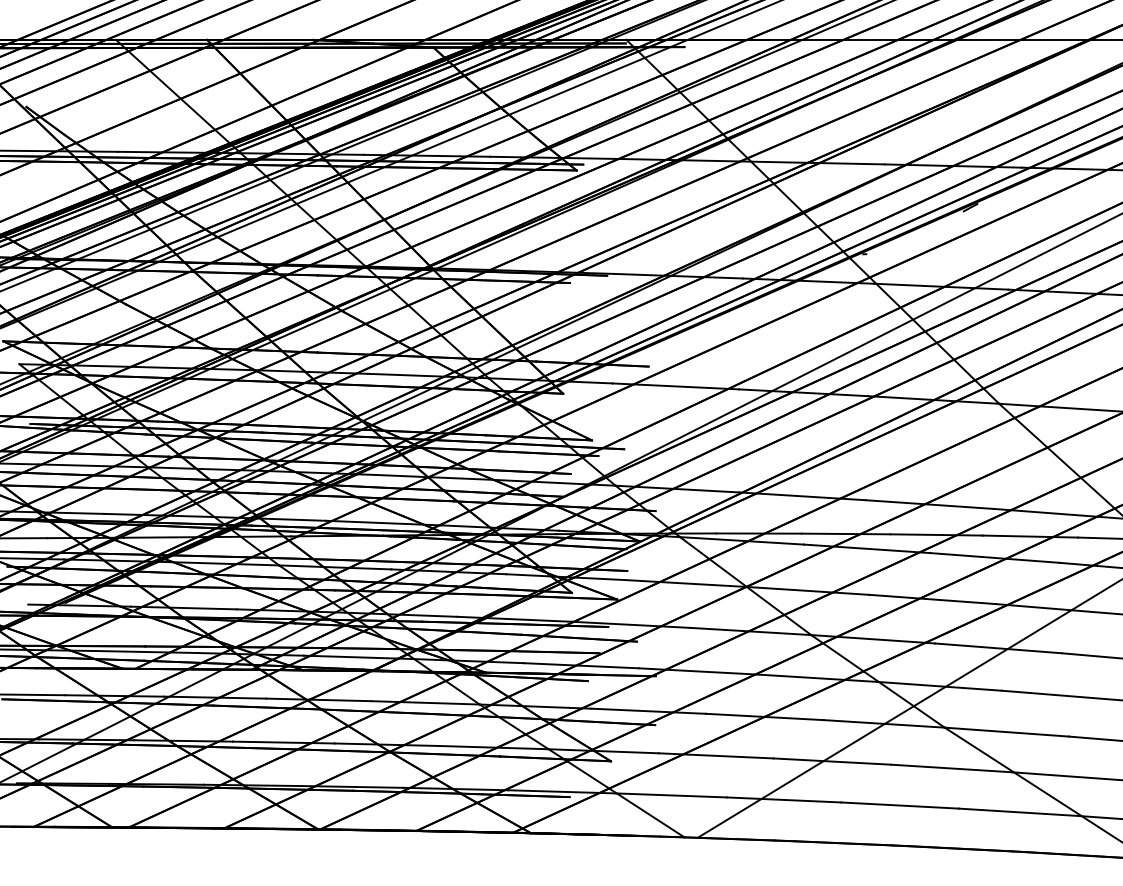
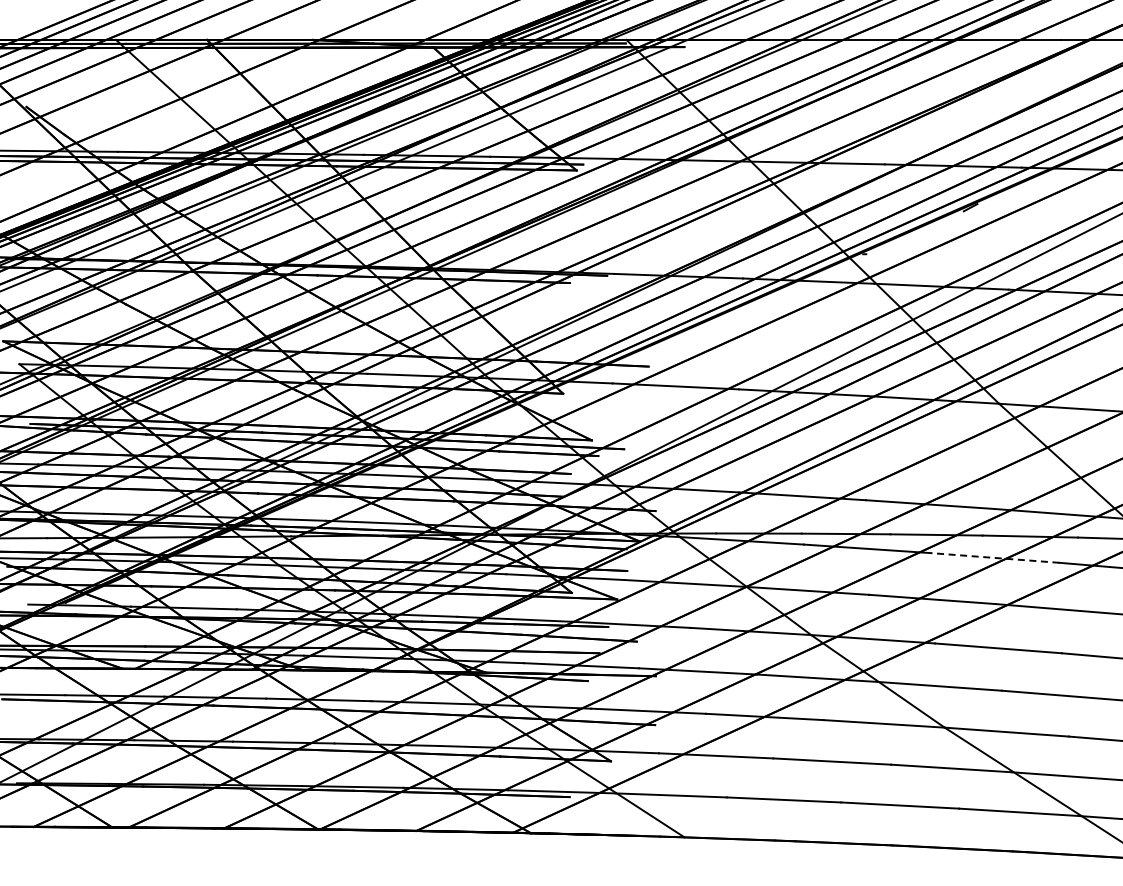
line at (994, 557): solid -> dashed
line at (908, 708): present -> none
